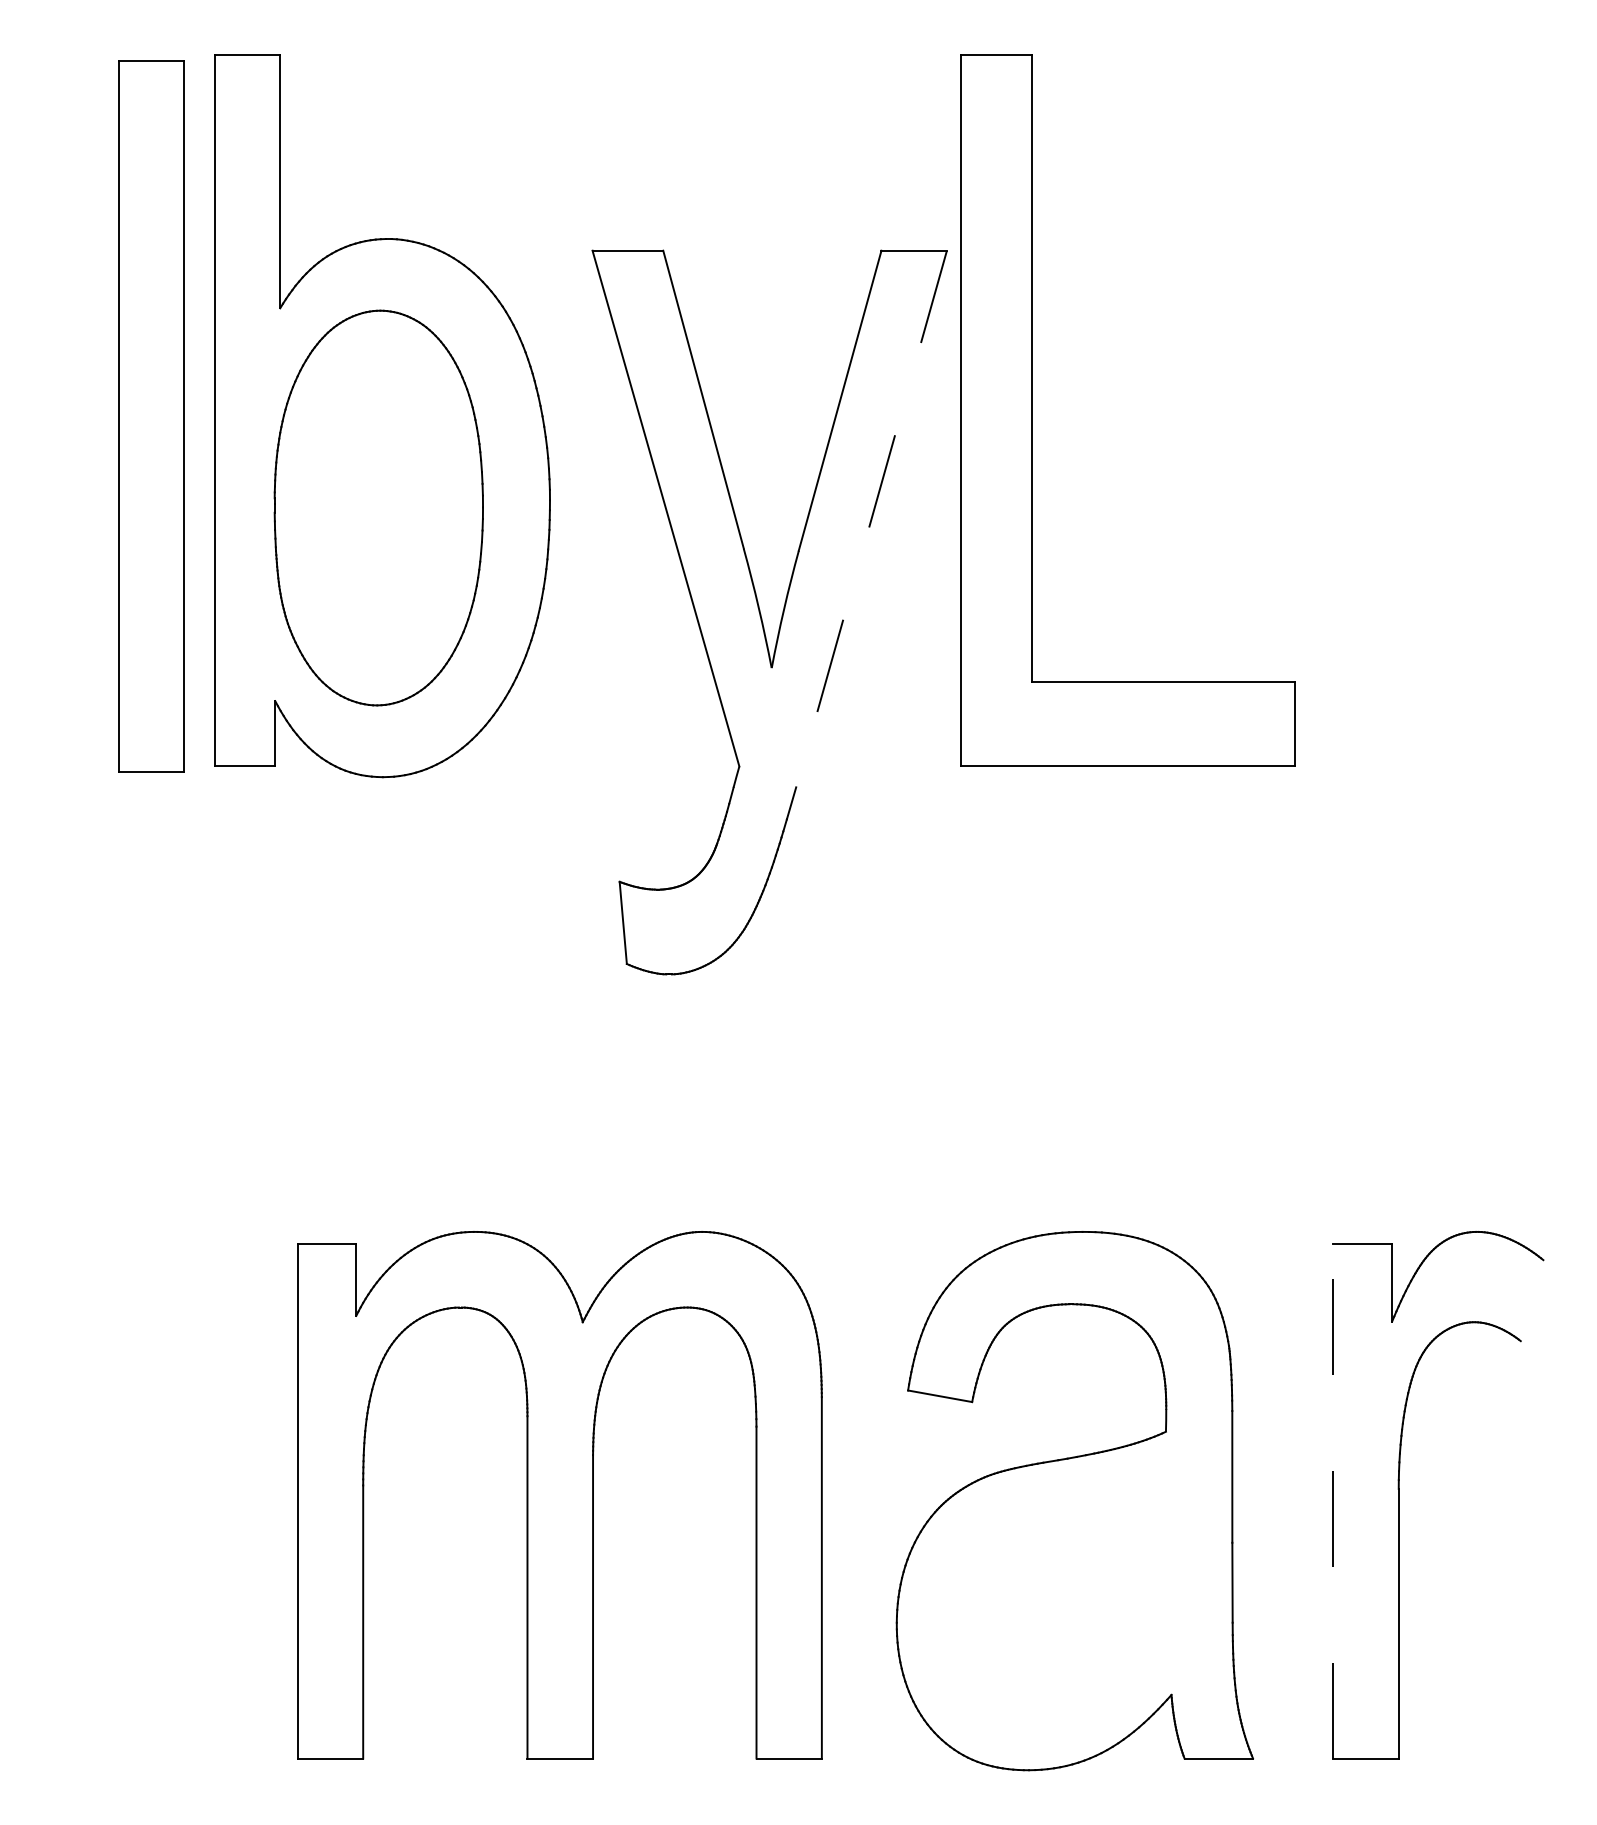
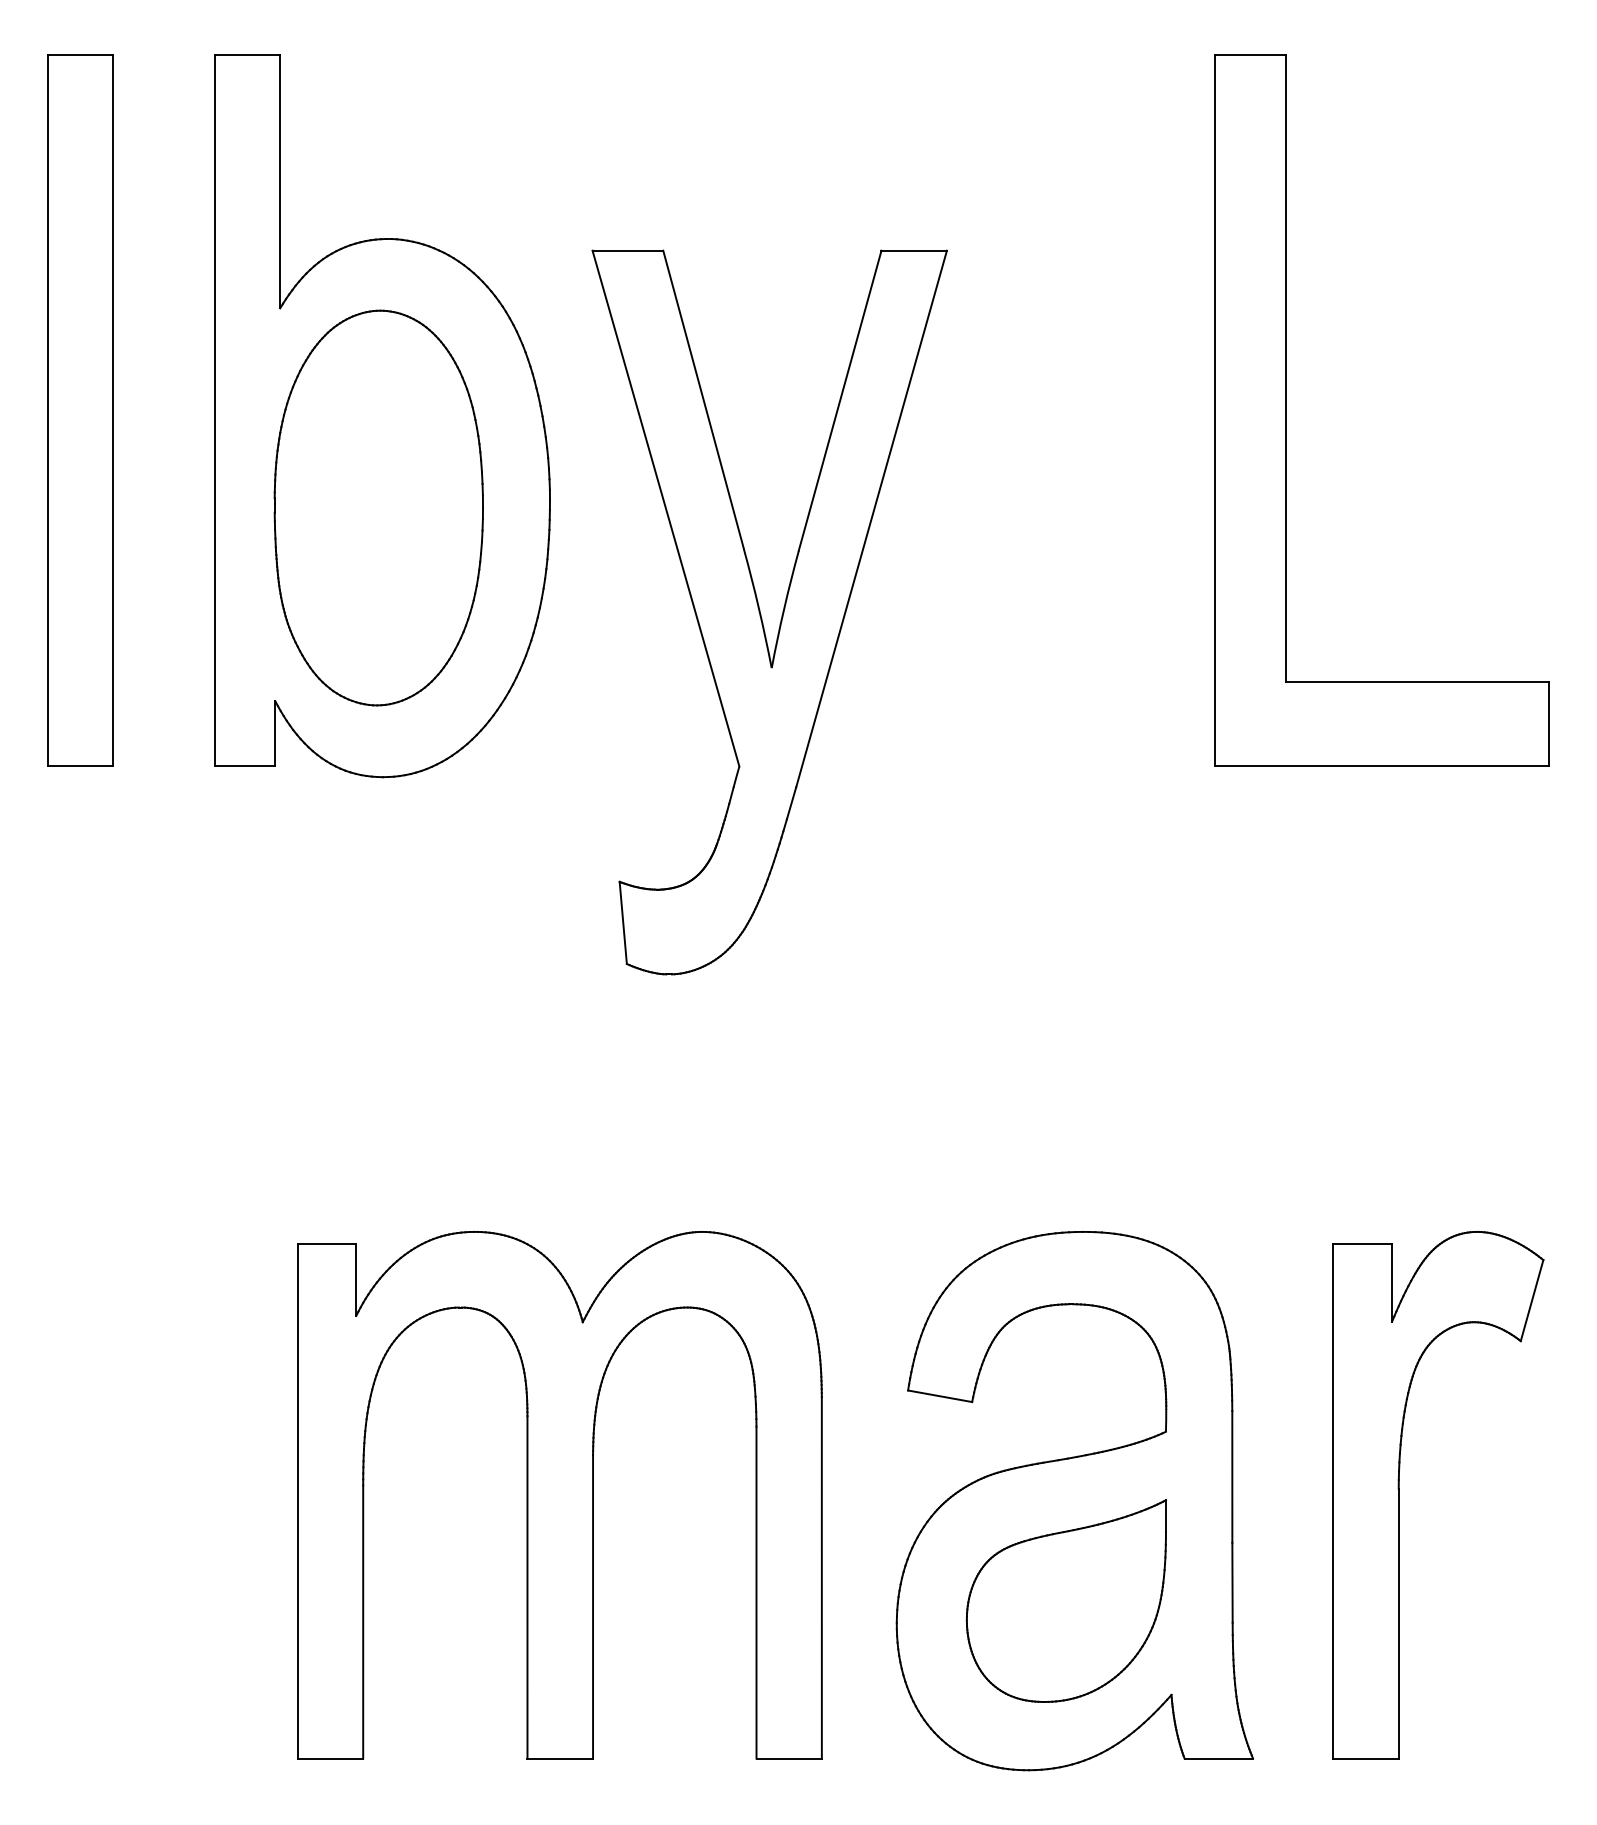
part at (1032, 410) position: (1032, 410) -> (1286, 410)
part at (151, 416) position: (151, 416) -> (80, 410)
line at (871, 519): dashed -> solid
line at (1531, 1300): none -> present
line at (1333, 1500): dashed -> solid
part at (1065, 1600): none -> present
